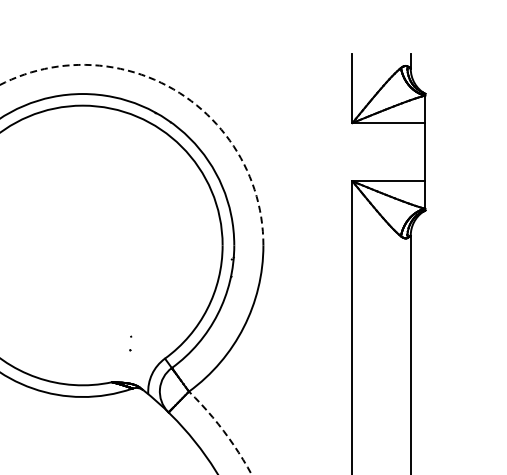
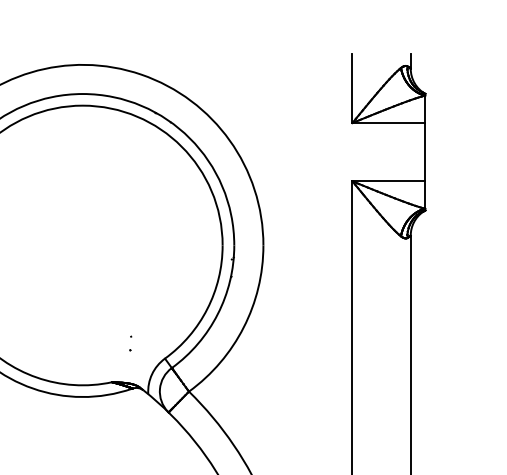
arc at (175, 90): dashed -> solid
arc at (223, 431): dashed -> solid
